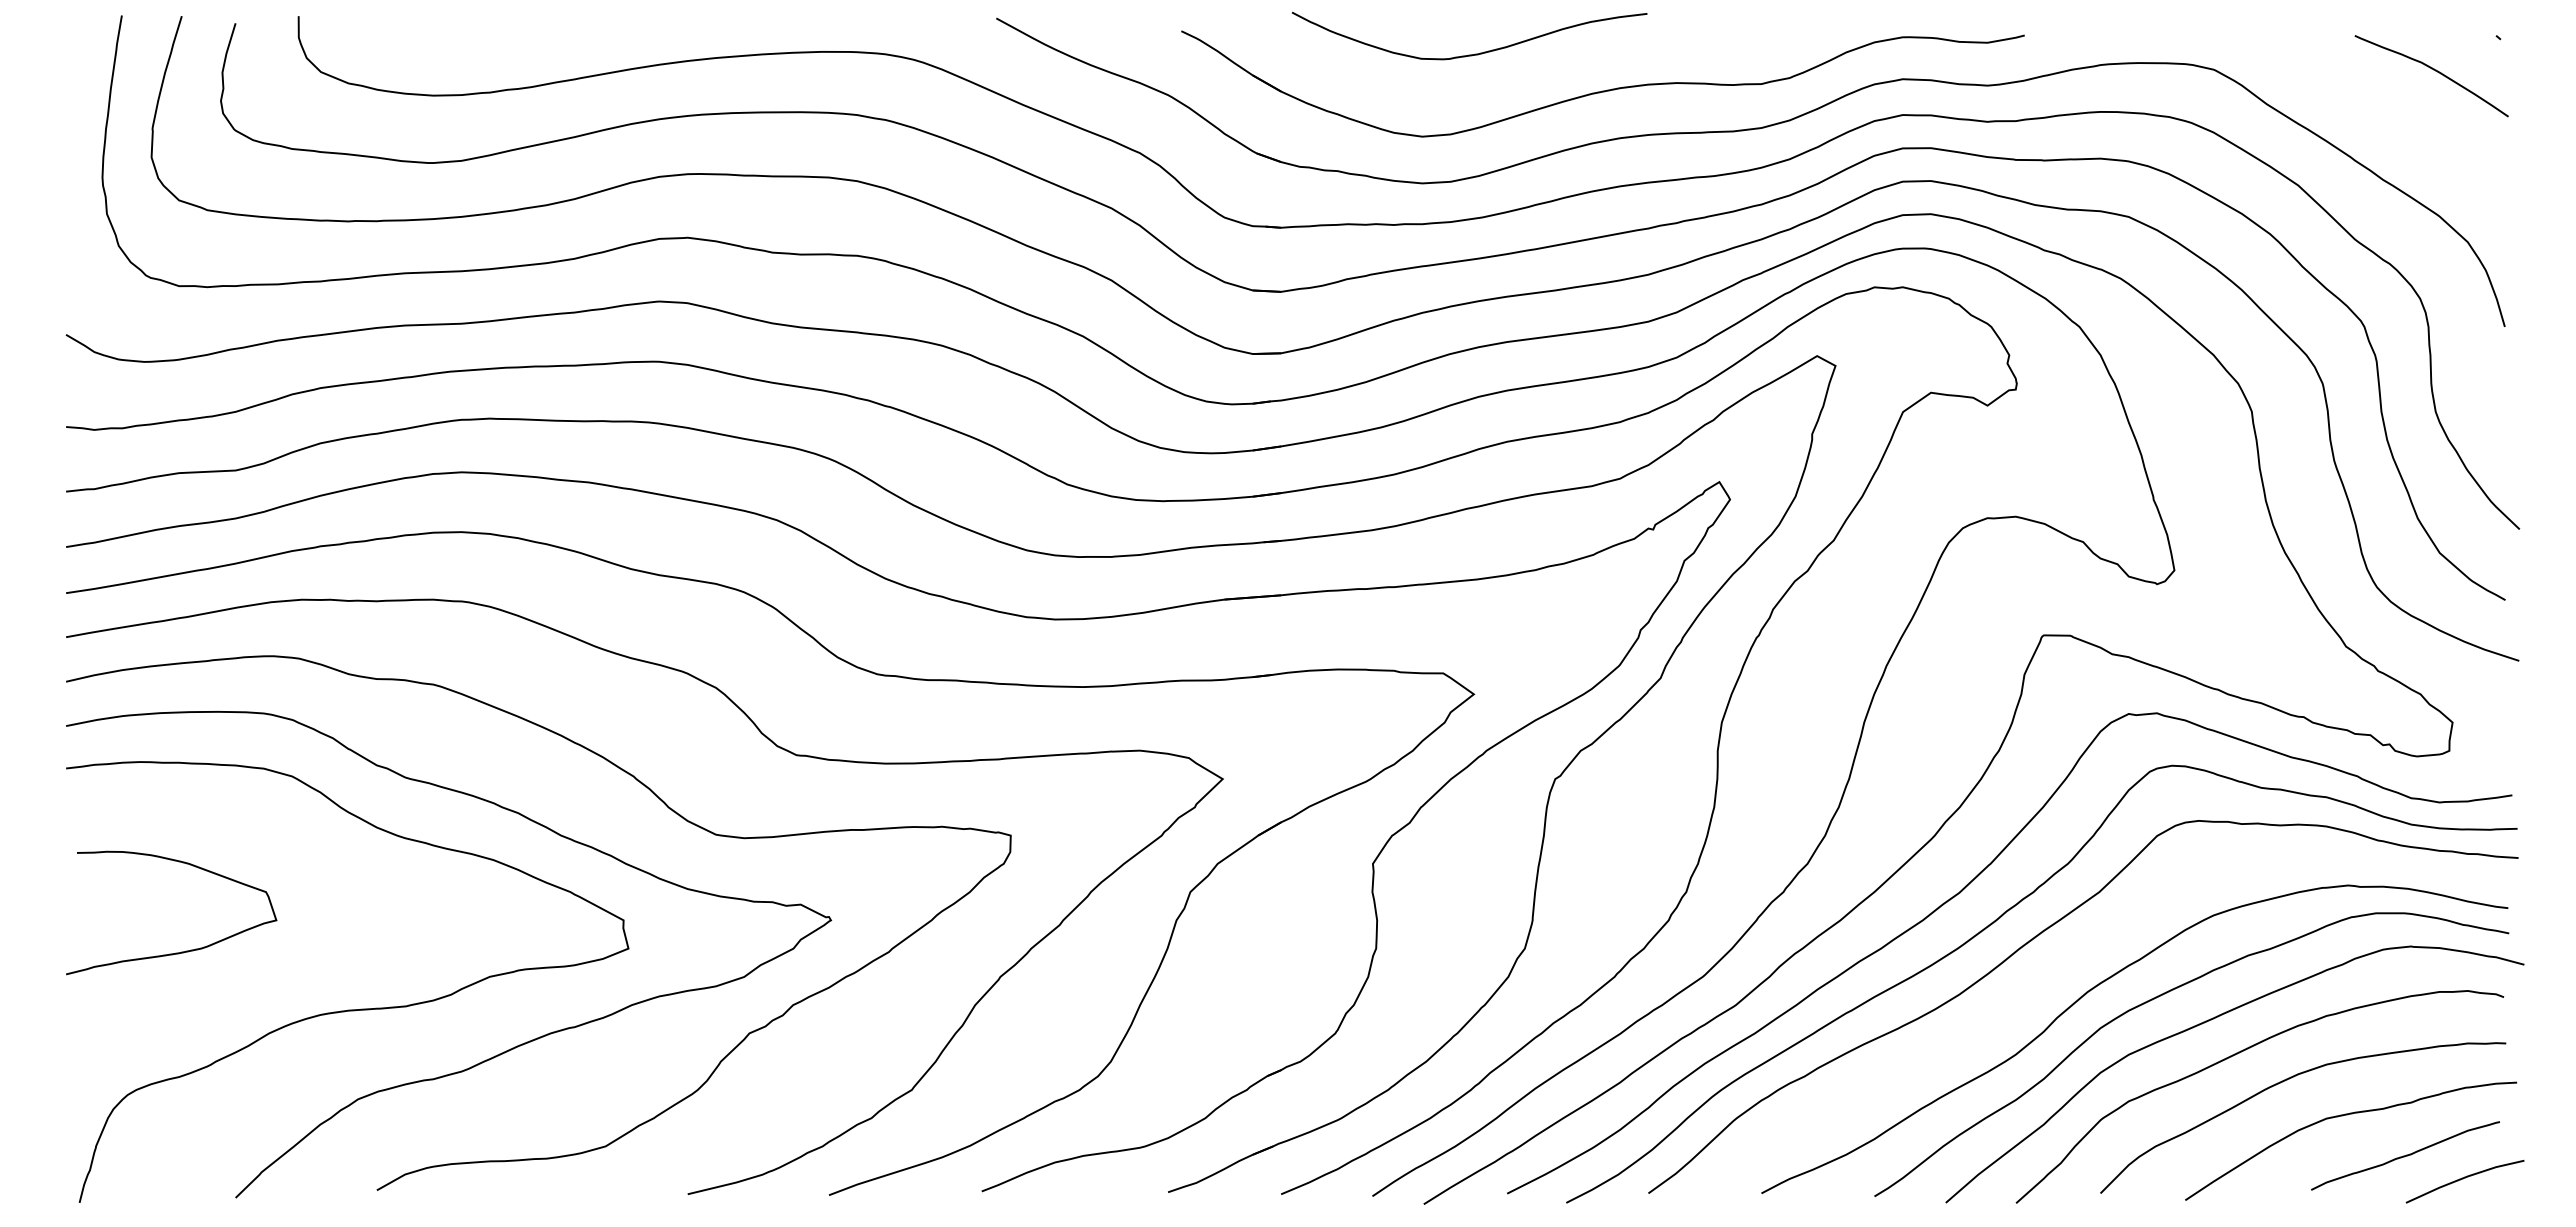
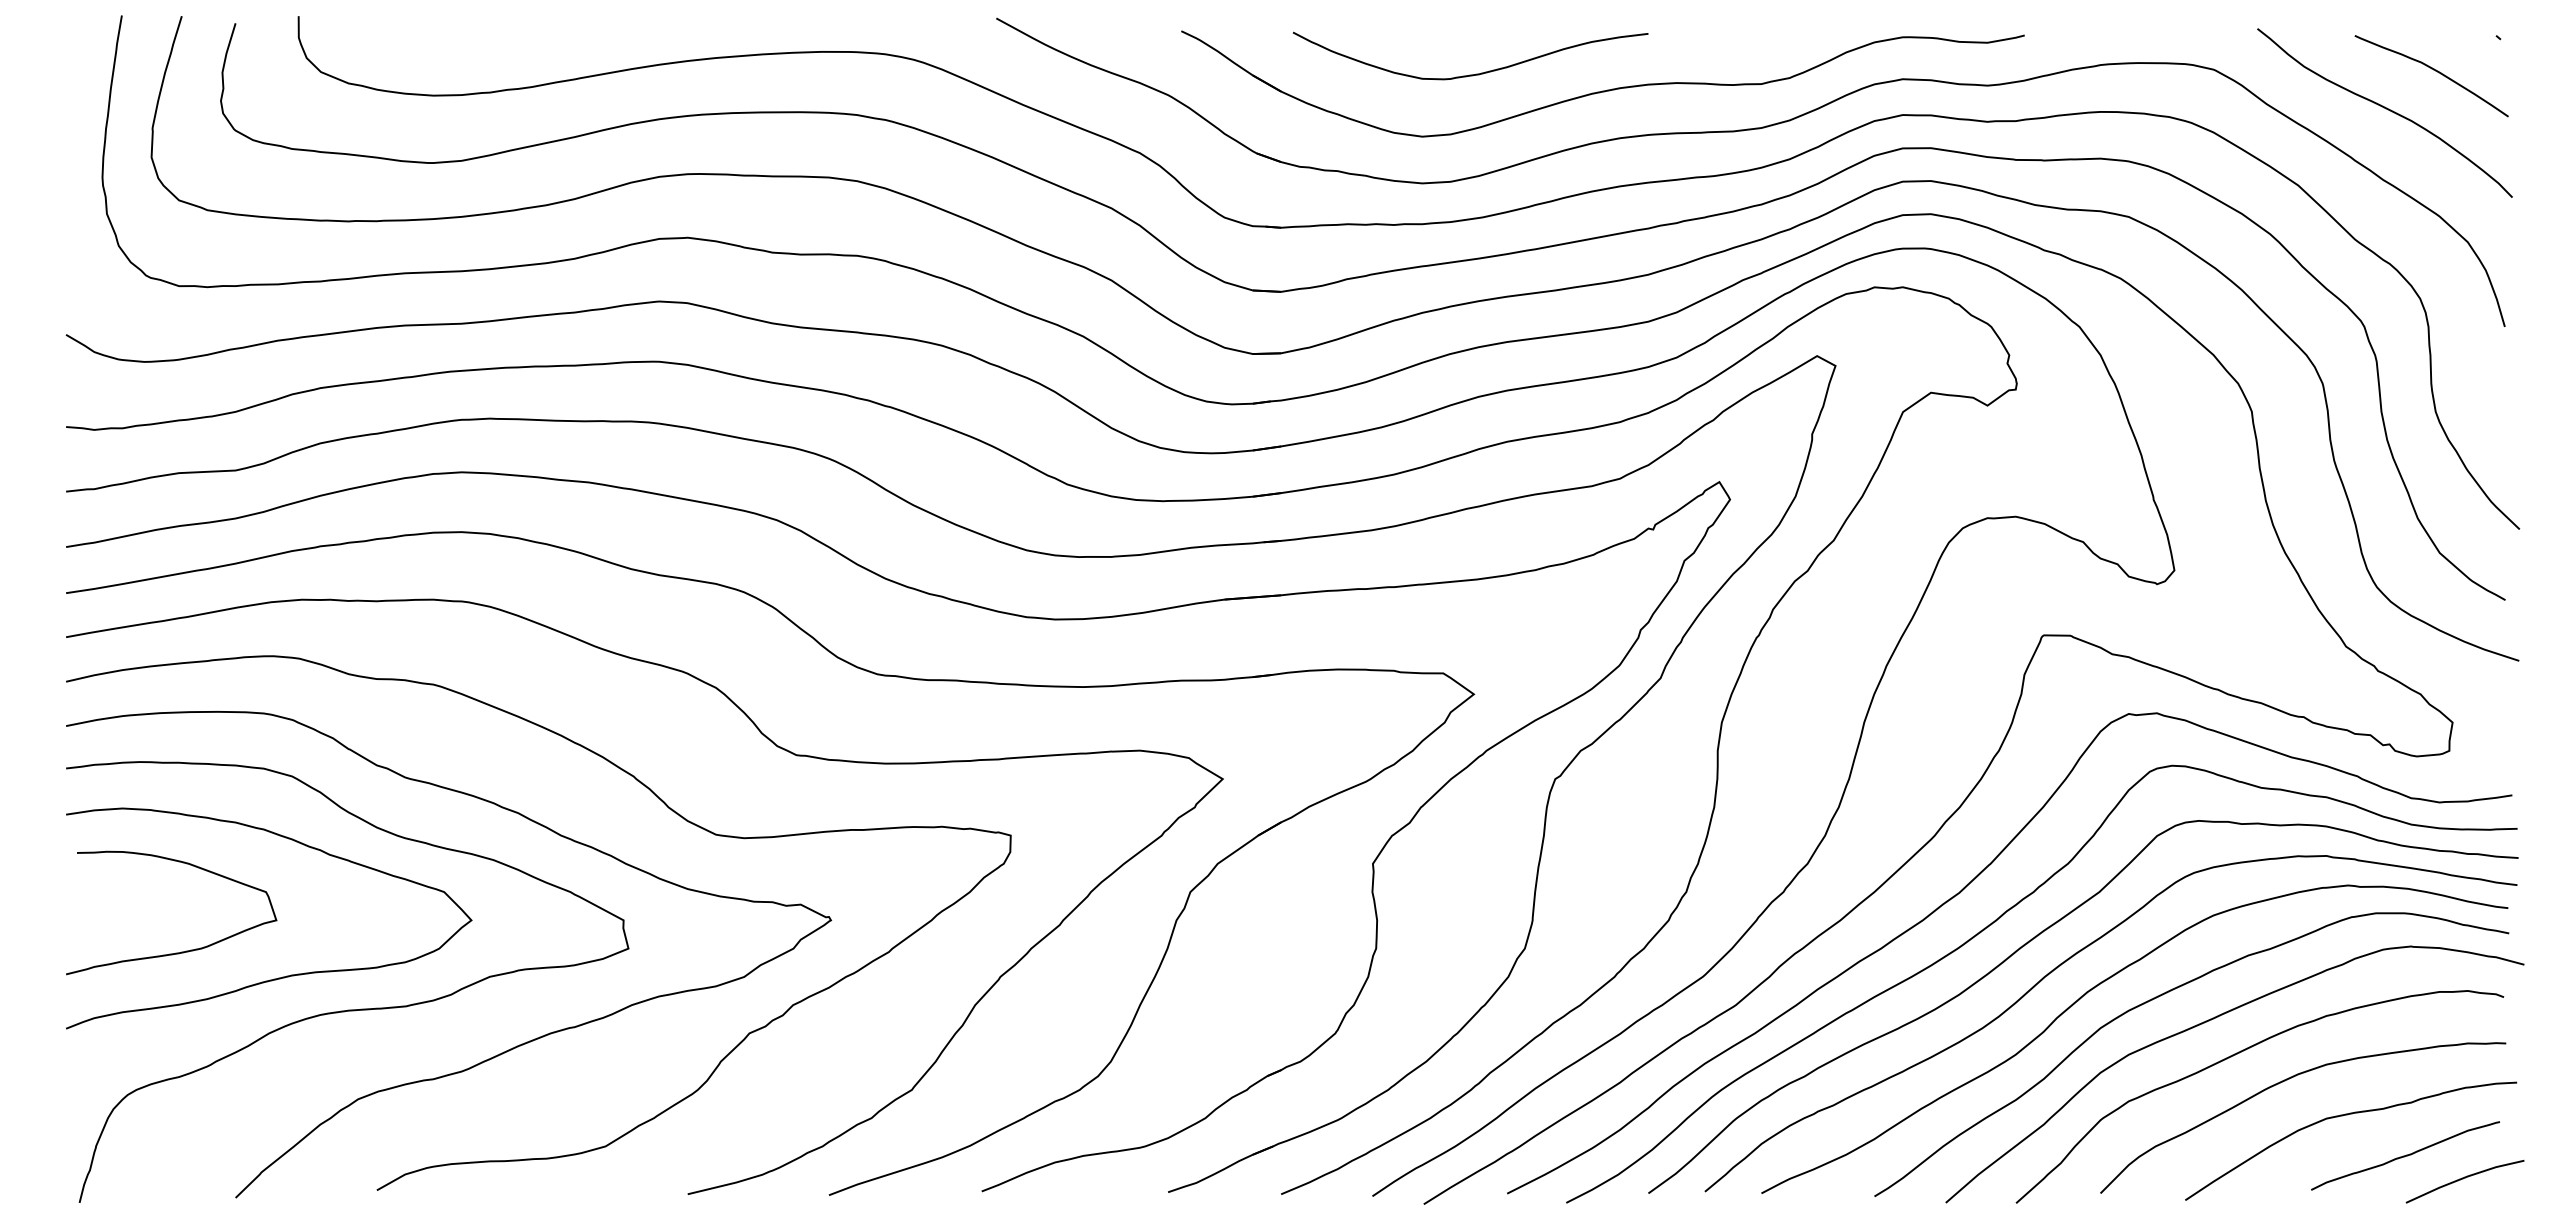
curve at (1475, 53) position: (1475, 53) -> (1476, 73)
curve at (2386, 109): none -> present
curve at (2064, 963): none -> present
curve at (282, 976): none -> present
